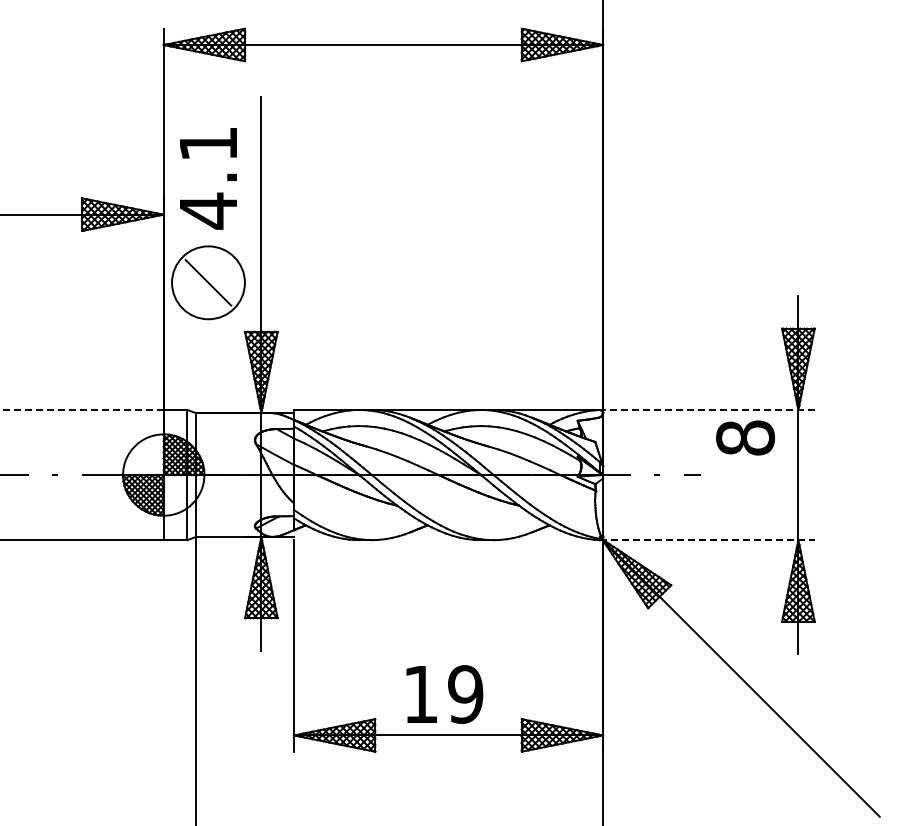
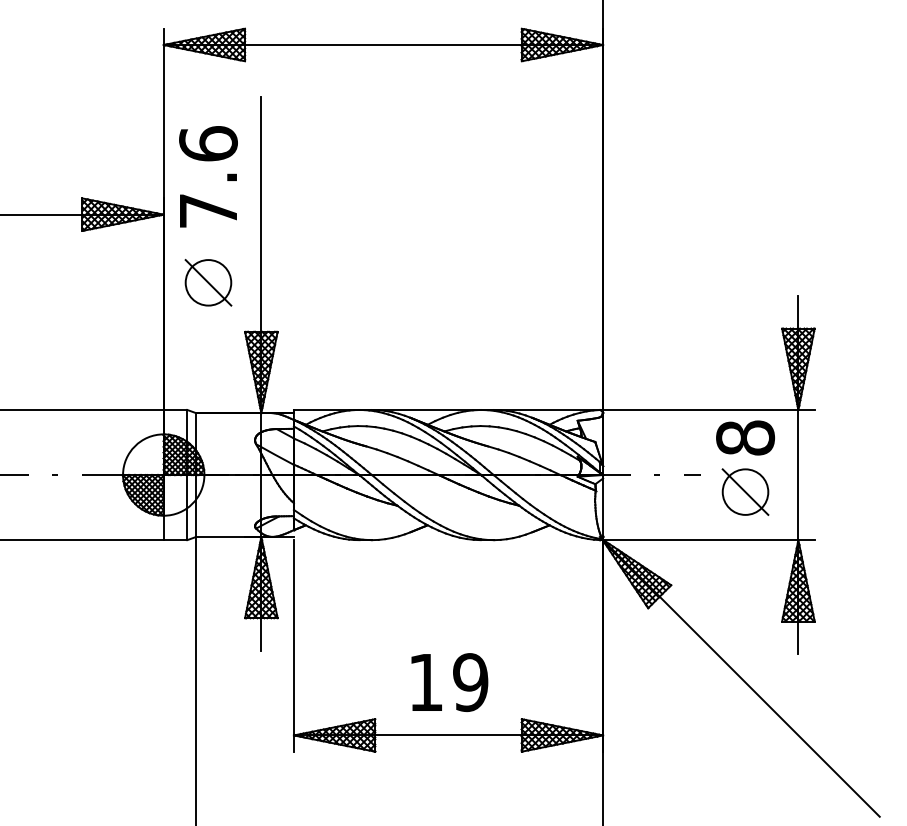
text at (208, 177): 4.1 -> 7.6
circle at (208, 282) diameter: 73 px -> 46 px
line at (81, 409): dashed -> solid
line at (706, 409): dashed -> solid
part at (745, 491): none -> present
line at (707, 540): dashed -> solid
text at (444, 694) position: (444, 694) -> (449, 682)
